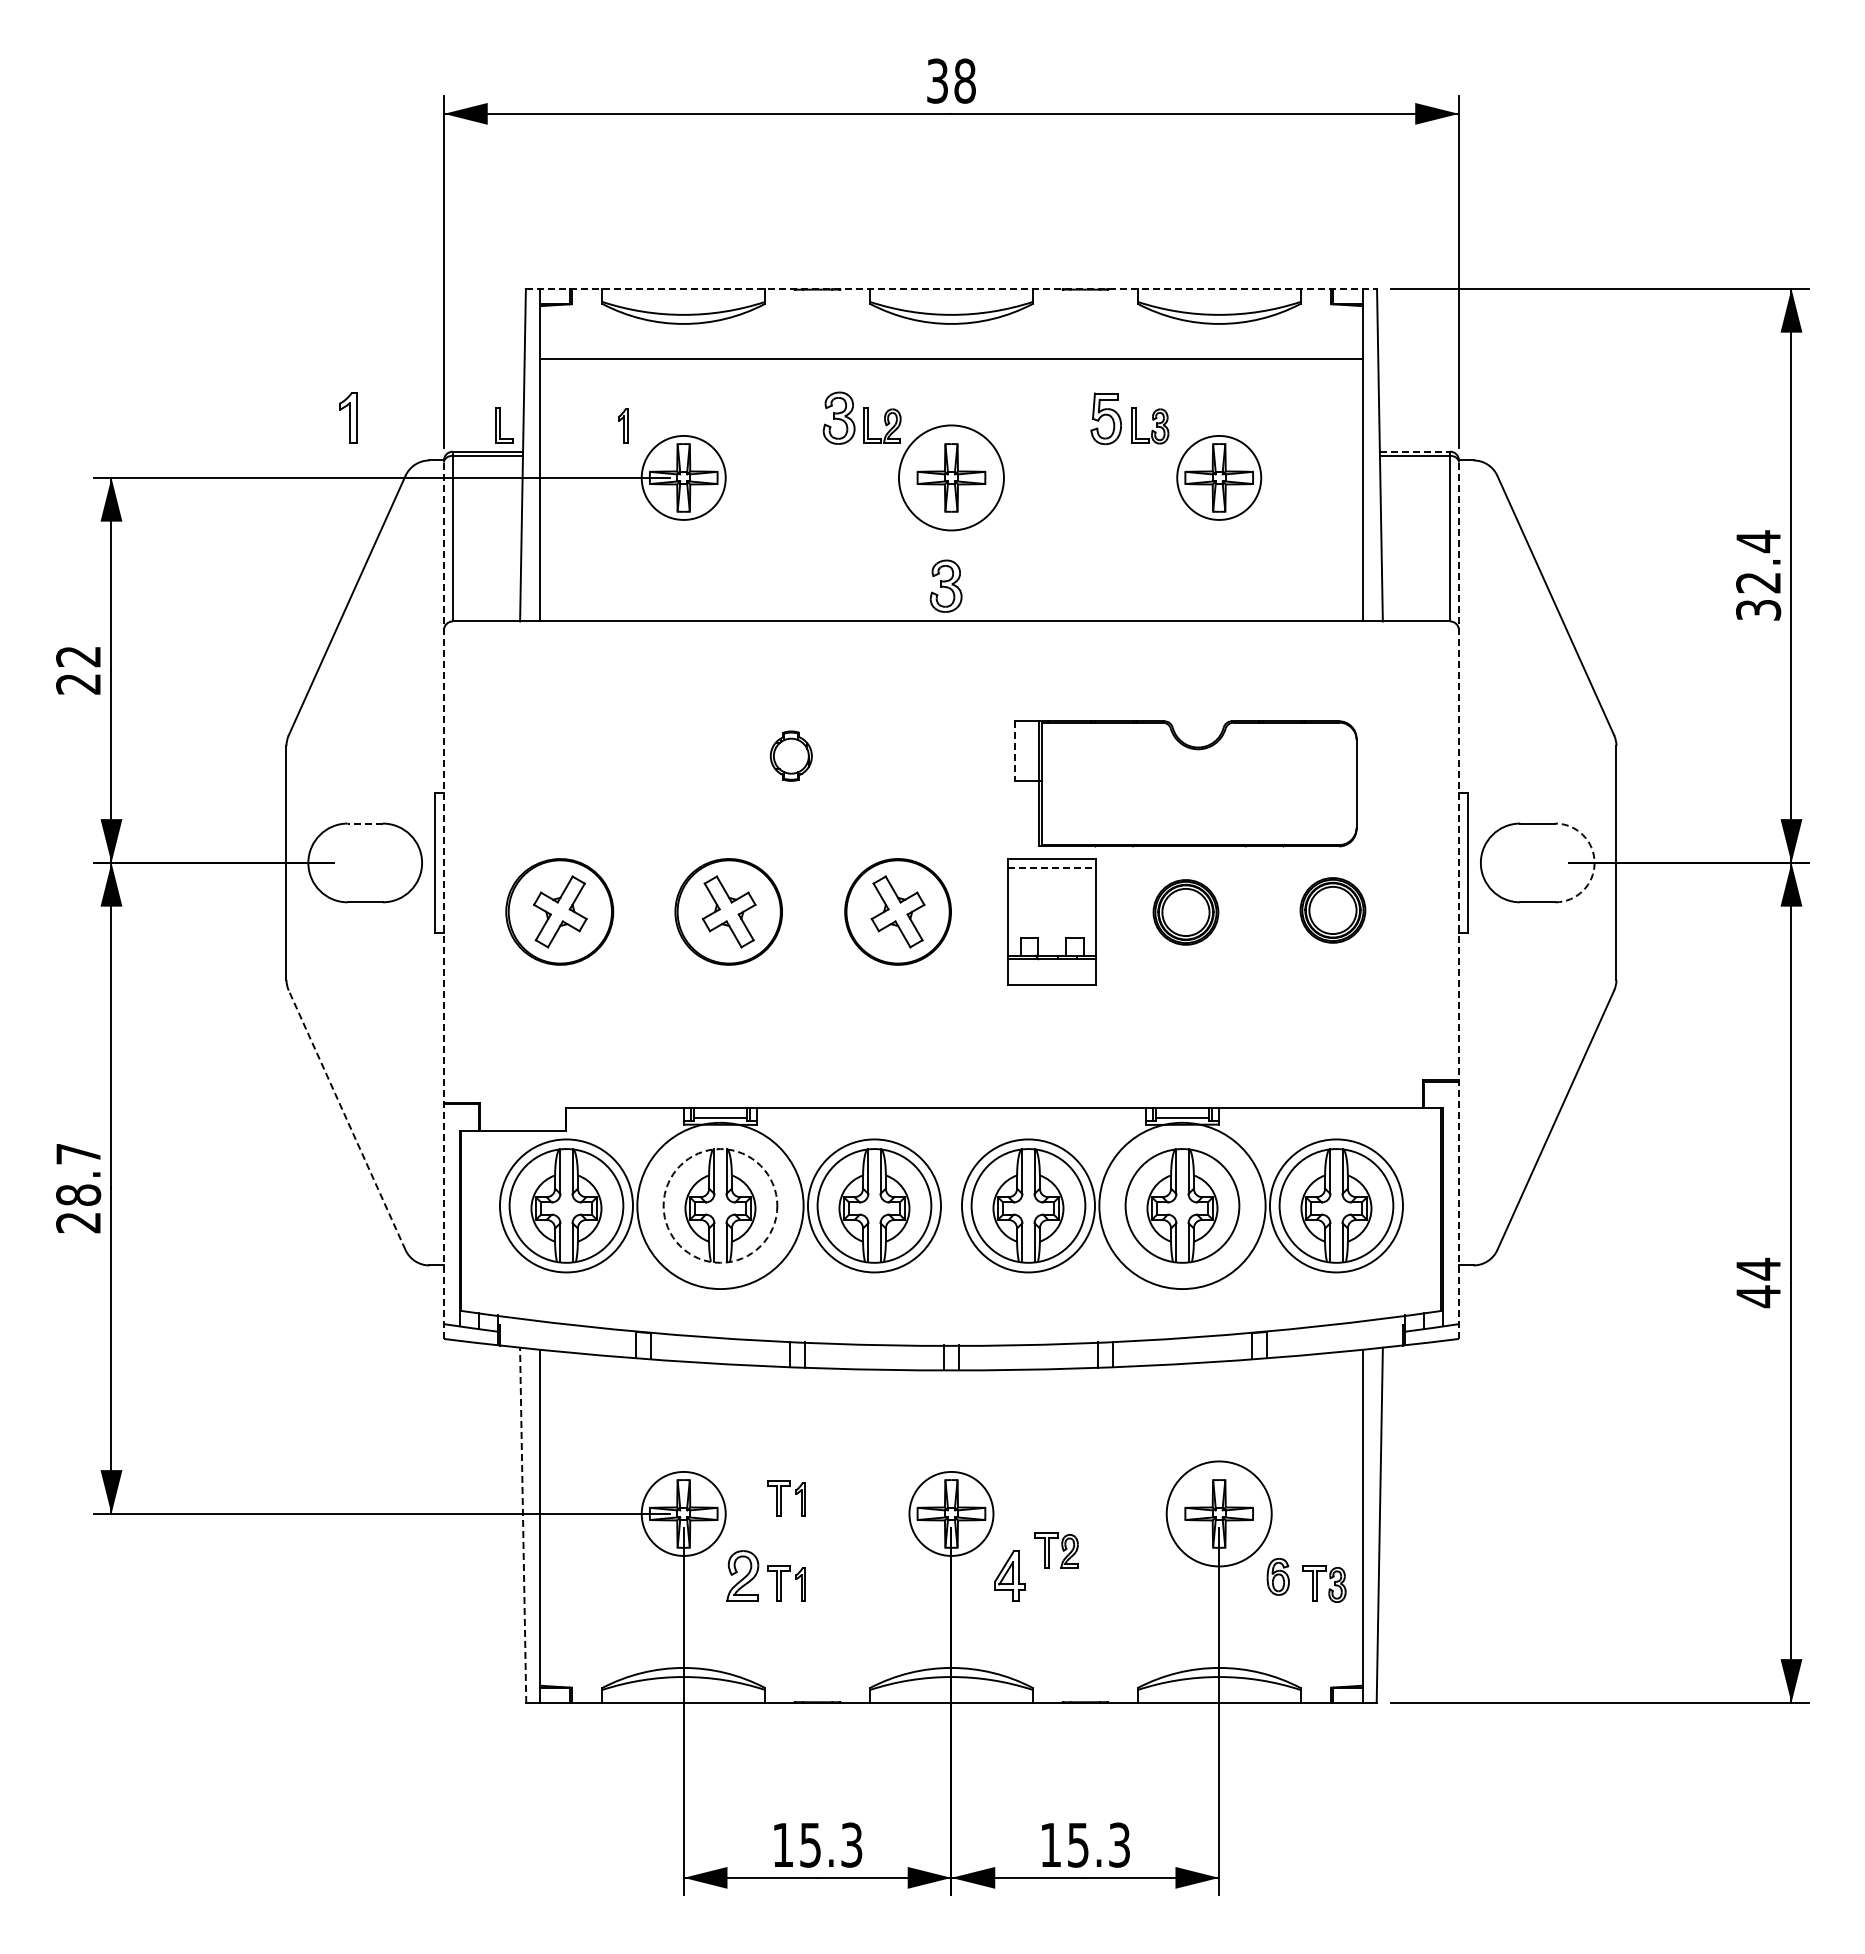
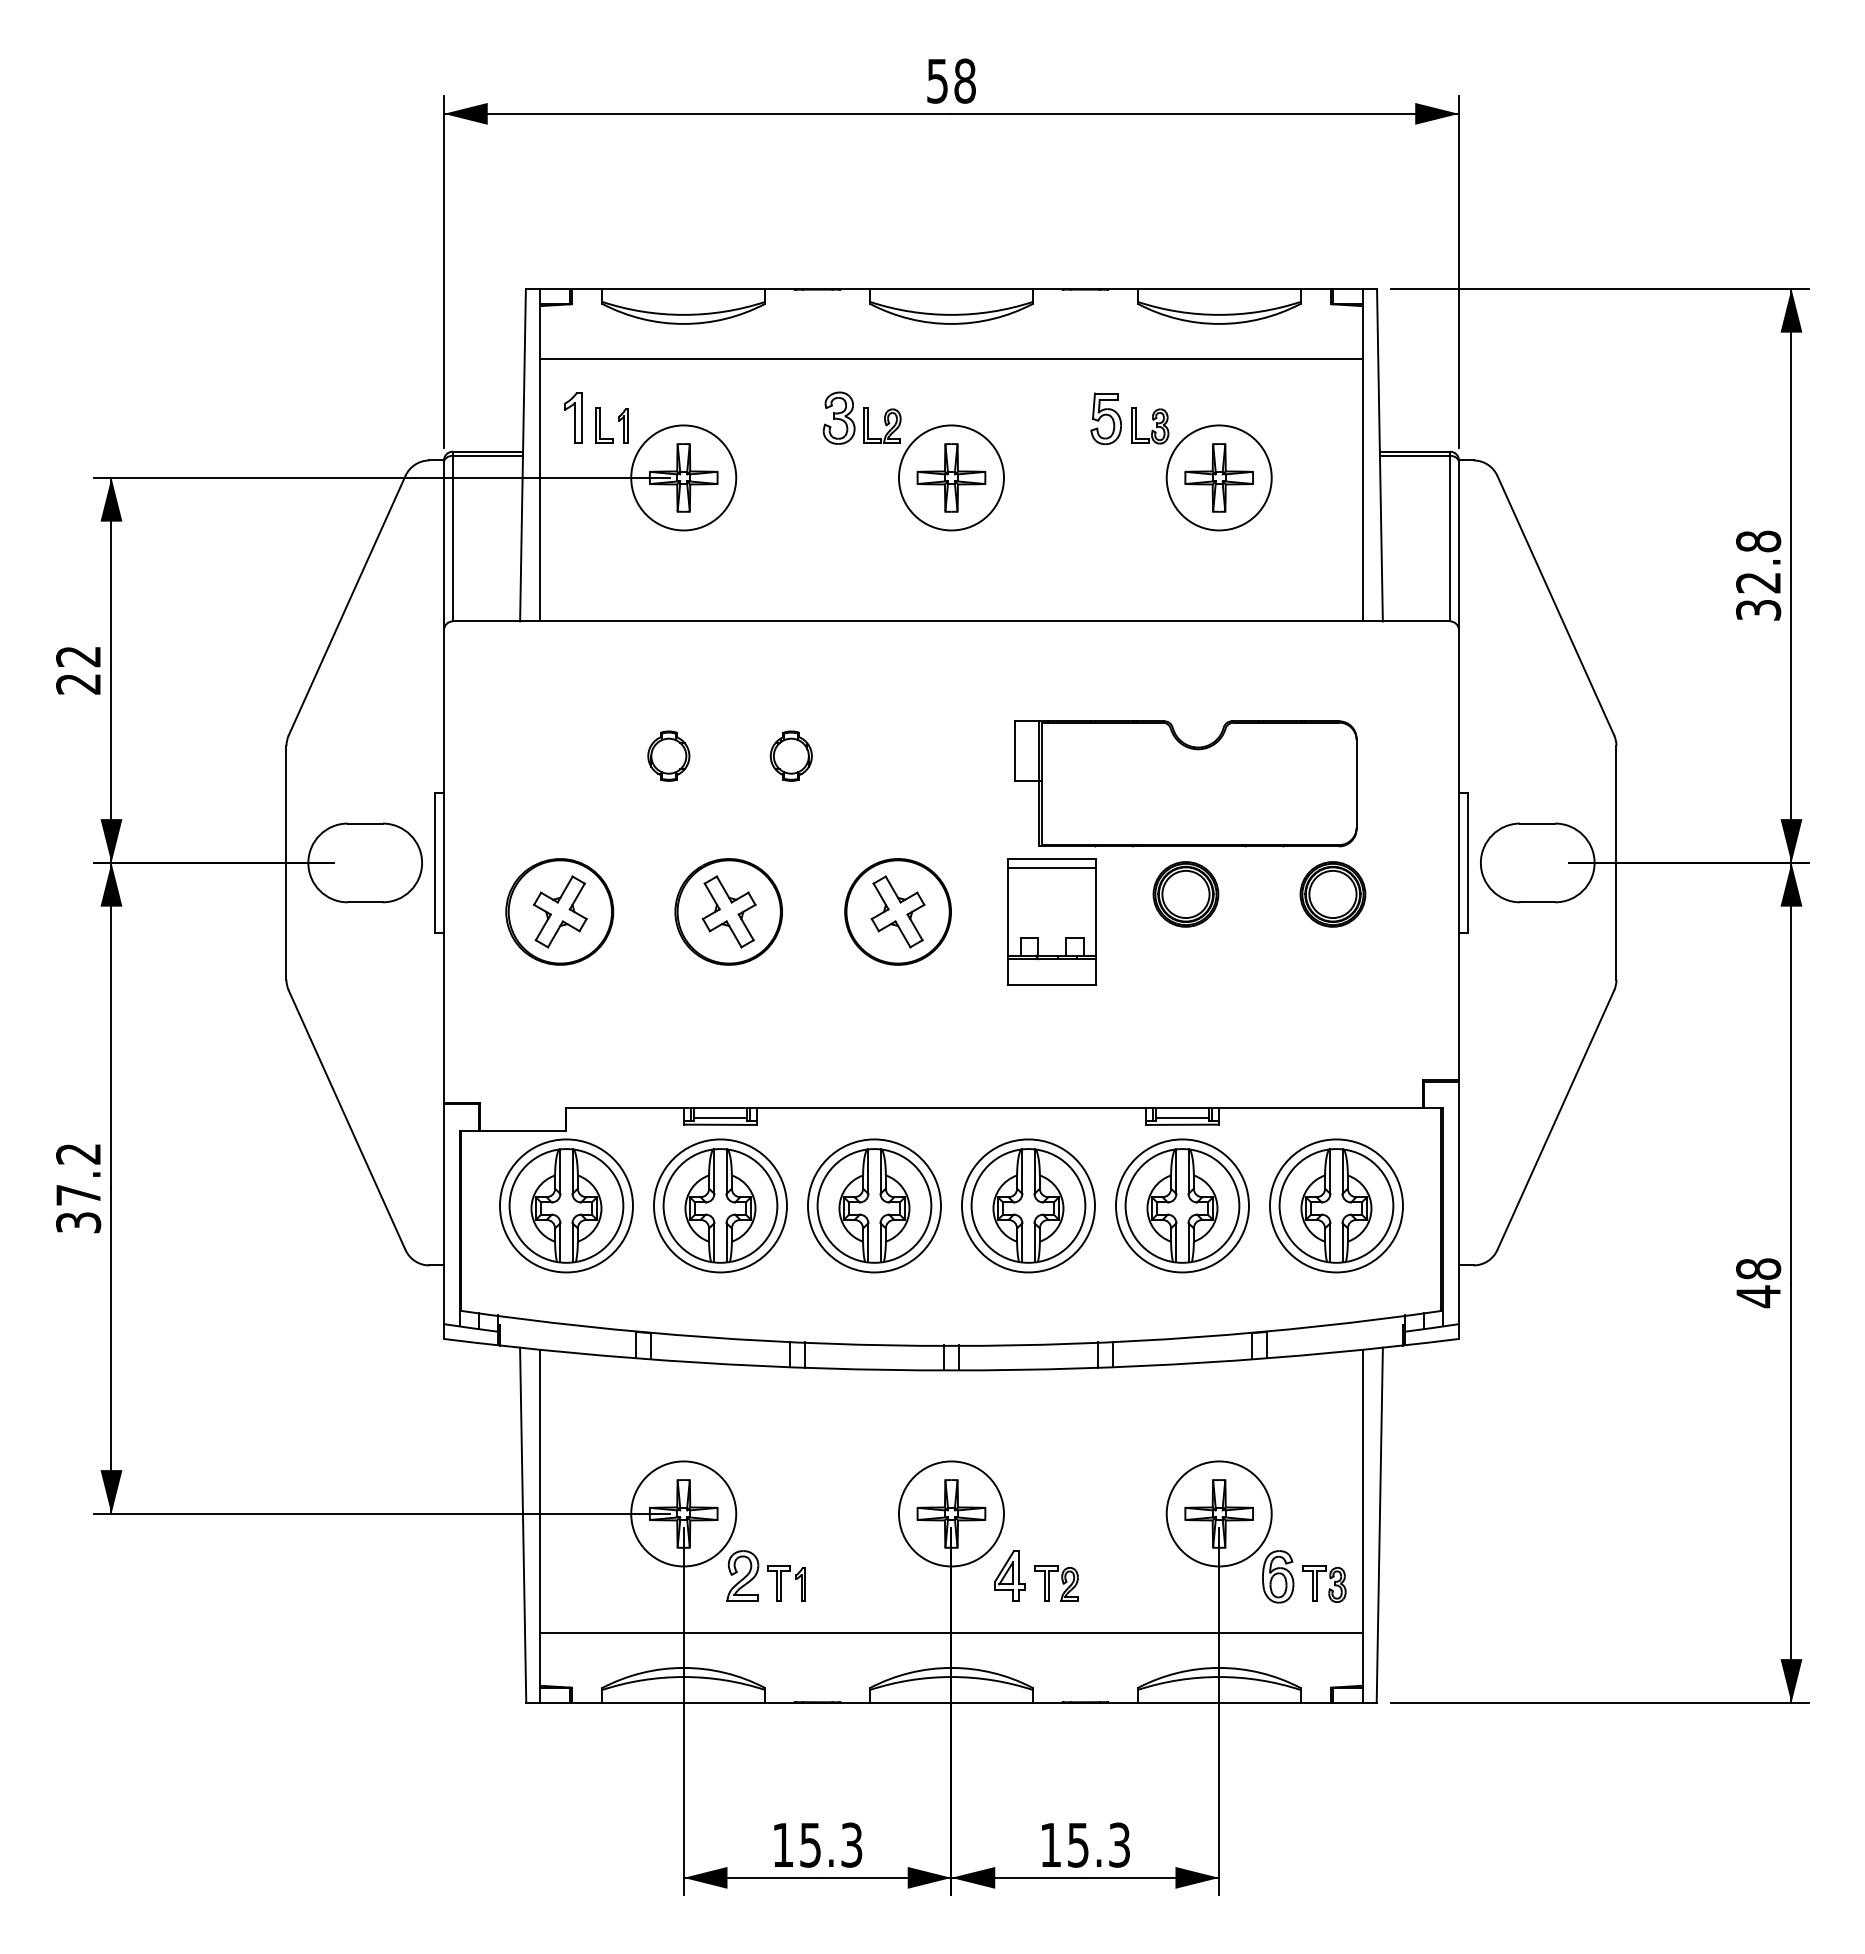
text at (937, 80): 38 -> 58
line at (951, 288): dashed -> solid
part at (348, 417) position: (348, 417) -> (573, 417)
part at (504, 425) position: (504, 425) -> (604, 425)
line at (1415, 451): dashed -> solid
circle at (683, 477) diameter: 84 px -> 105 px
circle at (1219, 477) diameter: 84 px -> 105 px
text at (1758, 541): 32.4 -> 32.8
part at (945, 585): present -> none
line at (1015, 751): dashed -> solid
part at (668, 755): none -> present
line at (364, 823): dashed -> solid
arc at (1594, 862): dashed -> solid
line at (1052, 868): dashed -> solid
line at (443, 899): dashed -> solid
line at (1458, 899): dashed -> solid
part at (1332, 910) position: (1332, 910) -> (1332, 894)
part at (1185, 912) position: (1185, 912) -> (1185, 894)
line at (346, 1119): dashed -> solid
text at (78, 1188): 28.7 -> 37.2
circle at (720, 1205) diameter: 166 px -> 133 px
circle at (720, 1205): dashed -> solid
circle at (1182, 1205) diameter: 166 px -> 133 px
text at (1758, 1268): 44 -> 48
part at (786, 1498): present -> none
circle at (683, 1513) diameter: 84 px -> 105 px
circle at (951, 1513) diameter: 84 px -> 105 px
line at (523, 1525): dashed -> solid
part at (1056, 1550) position: (1056, 1550) -> (1056, 1583)
part at (1277, 1576) size: 24x38 px -> 33x54 px
line at (951, 1632): none -> present
